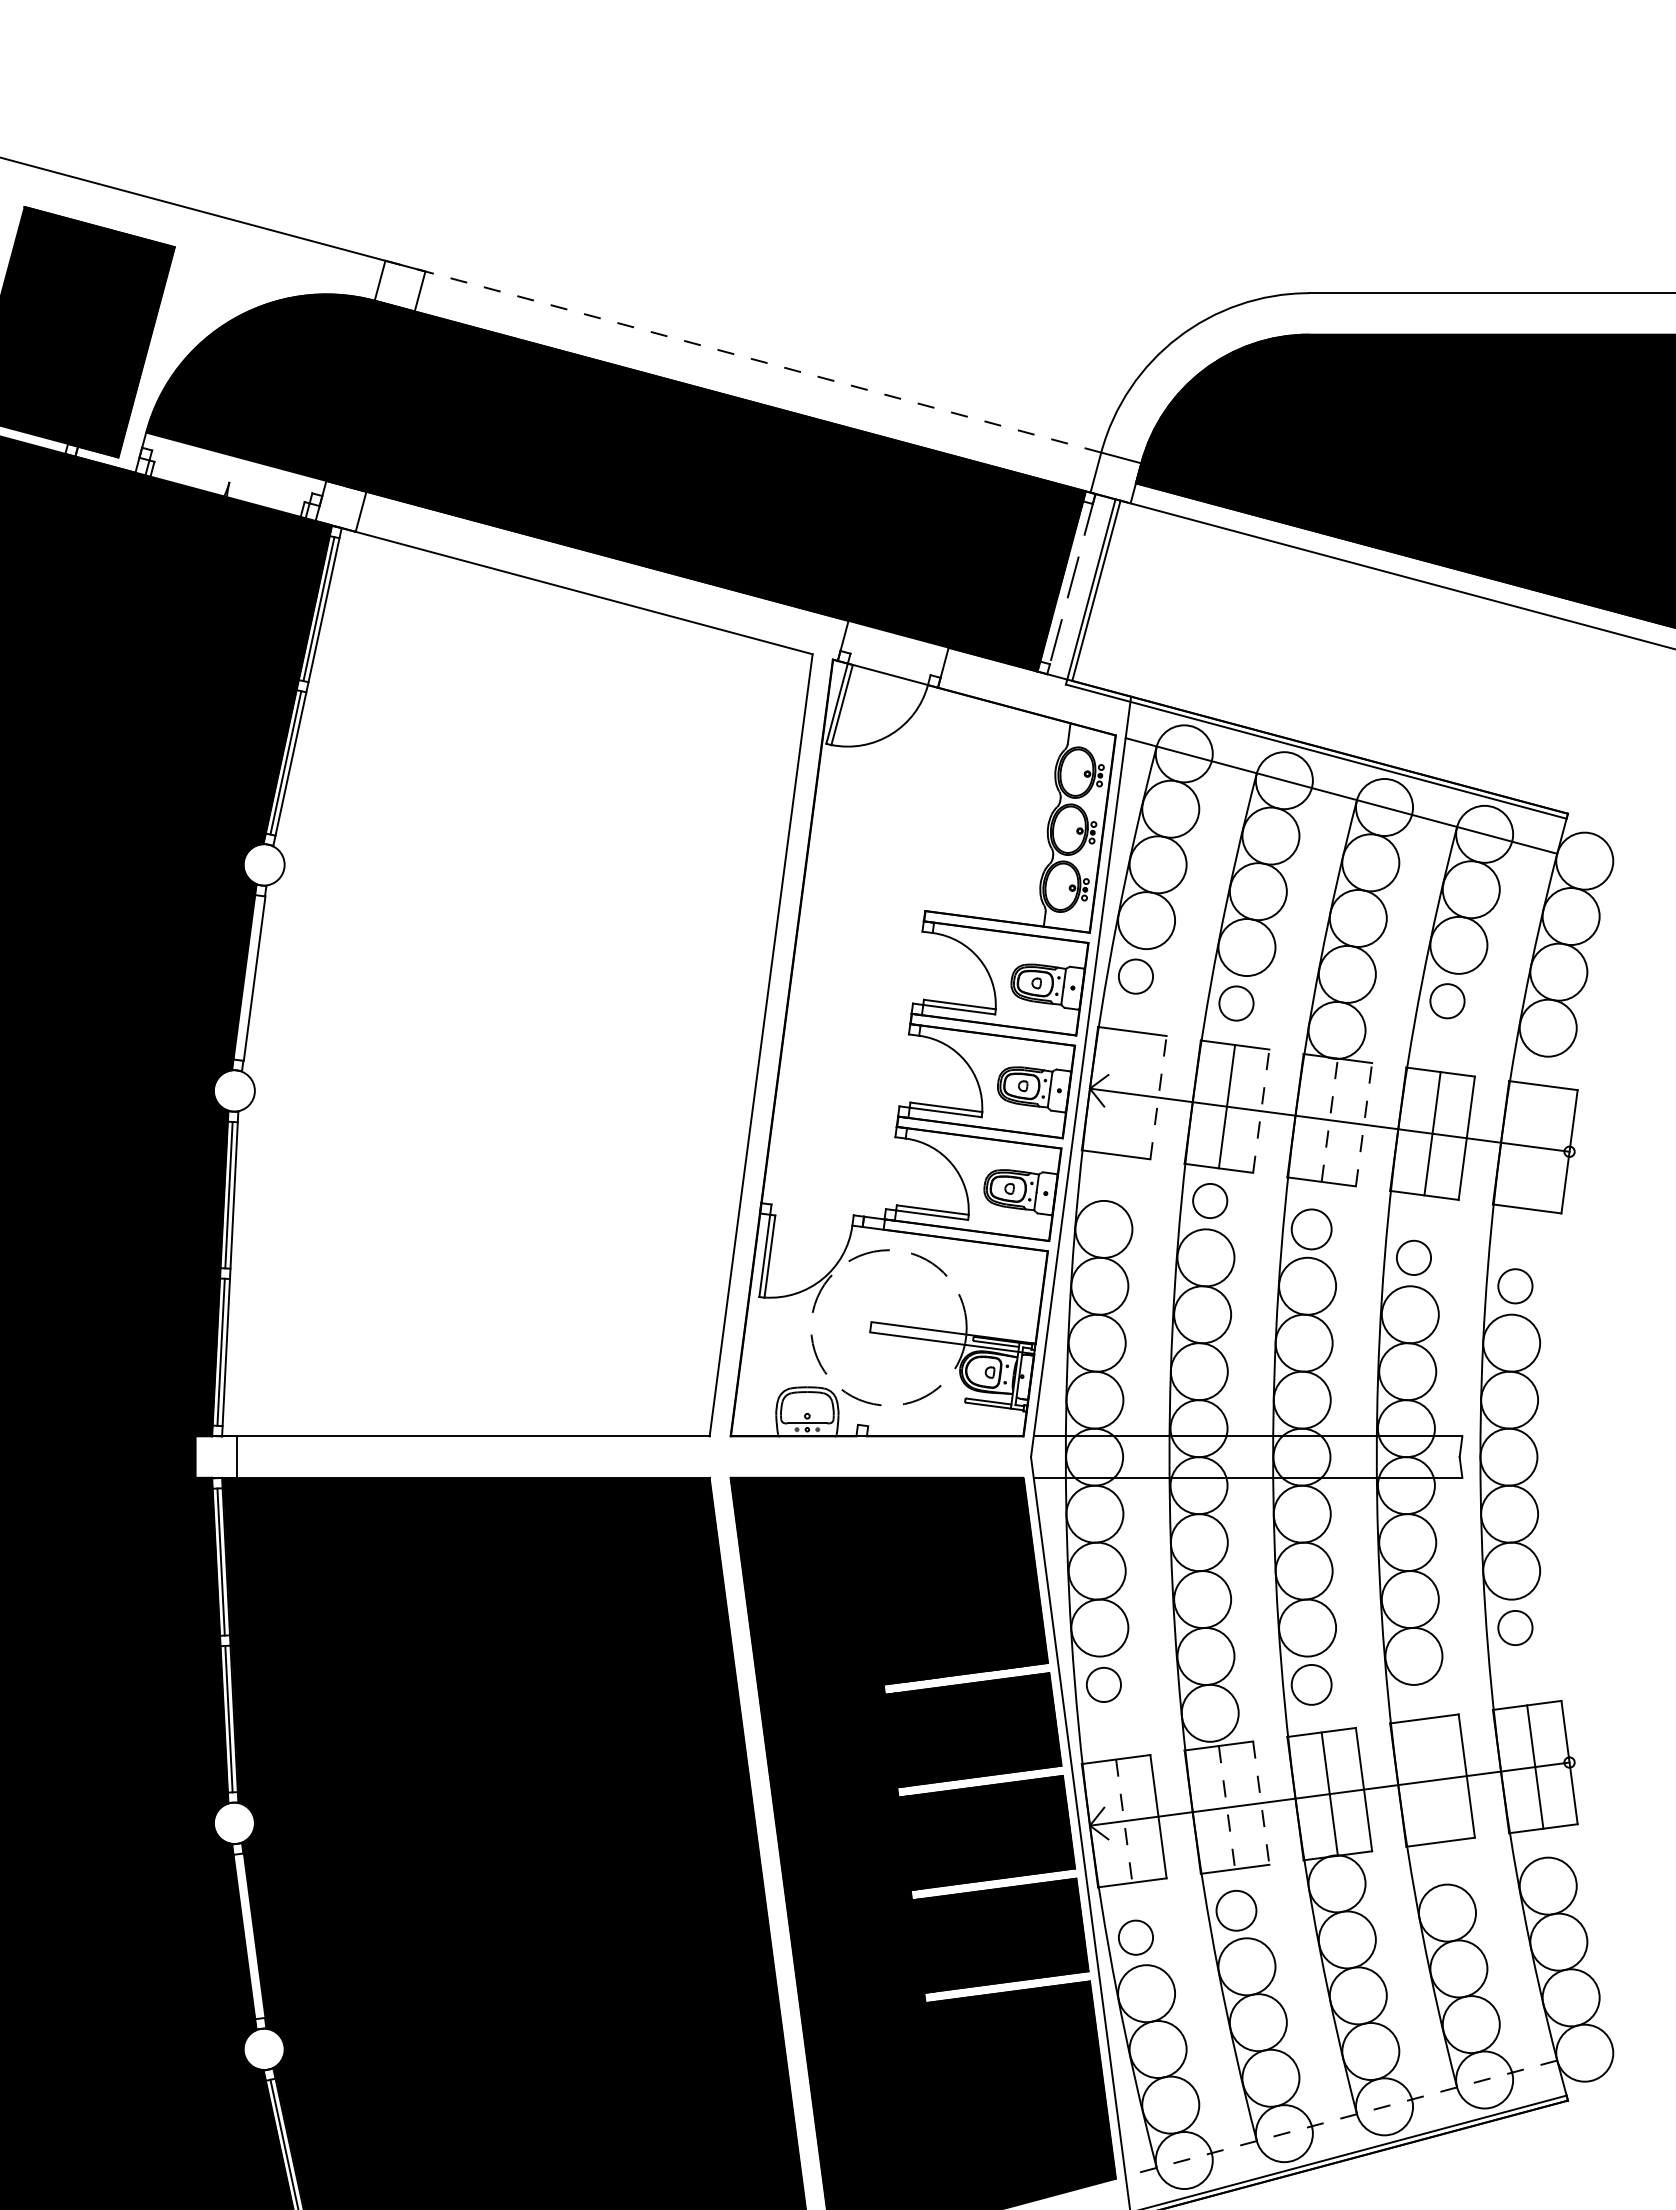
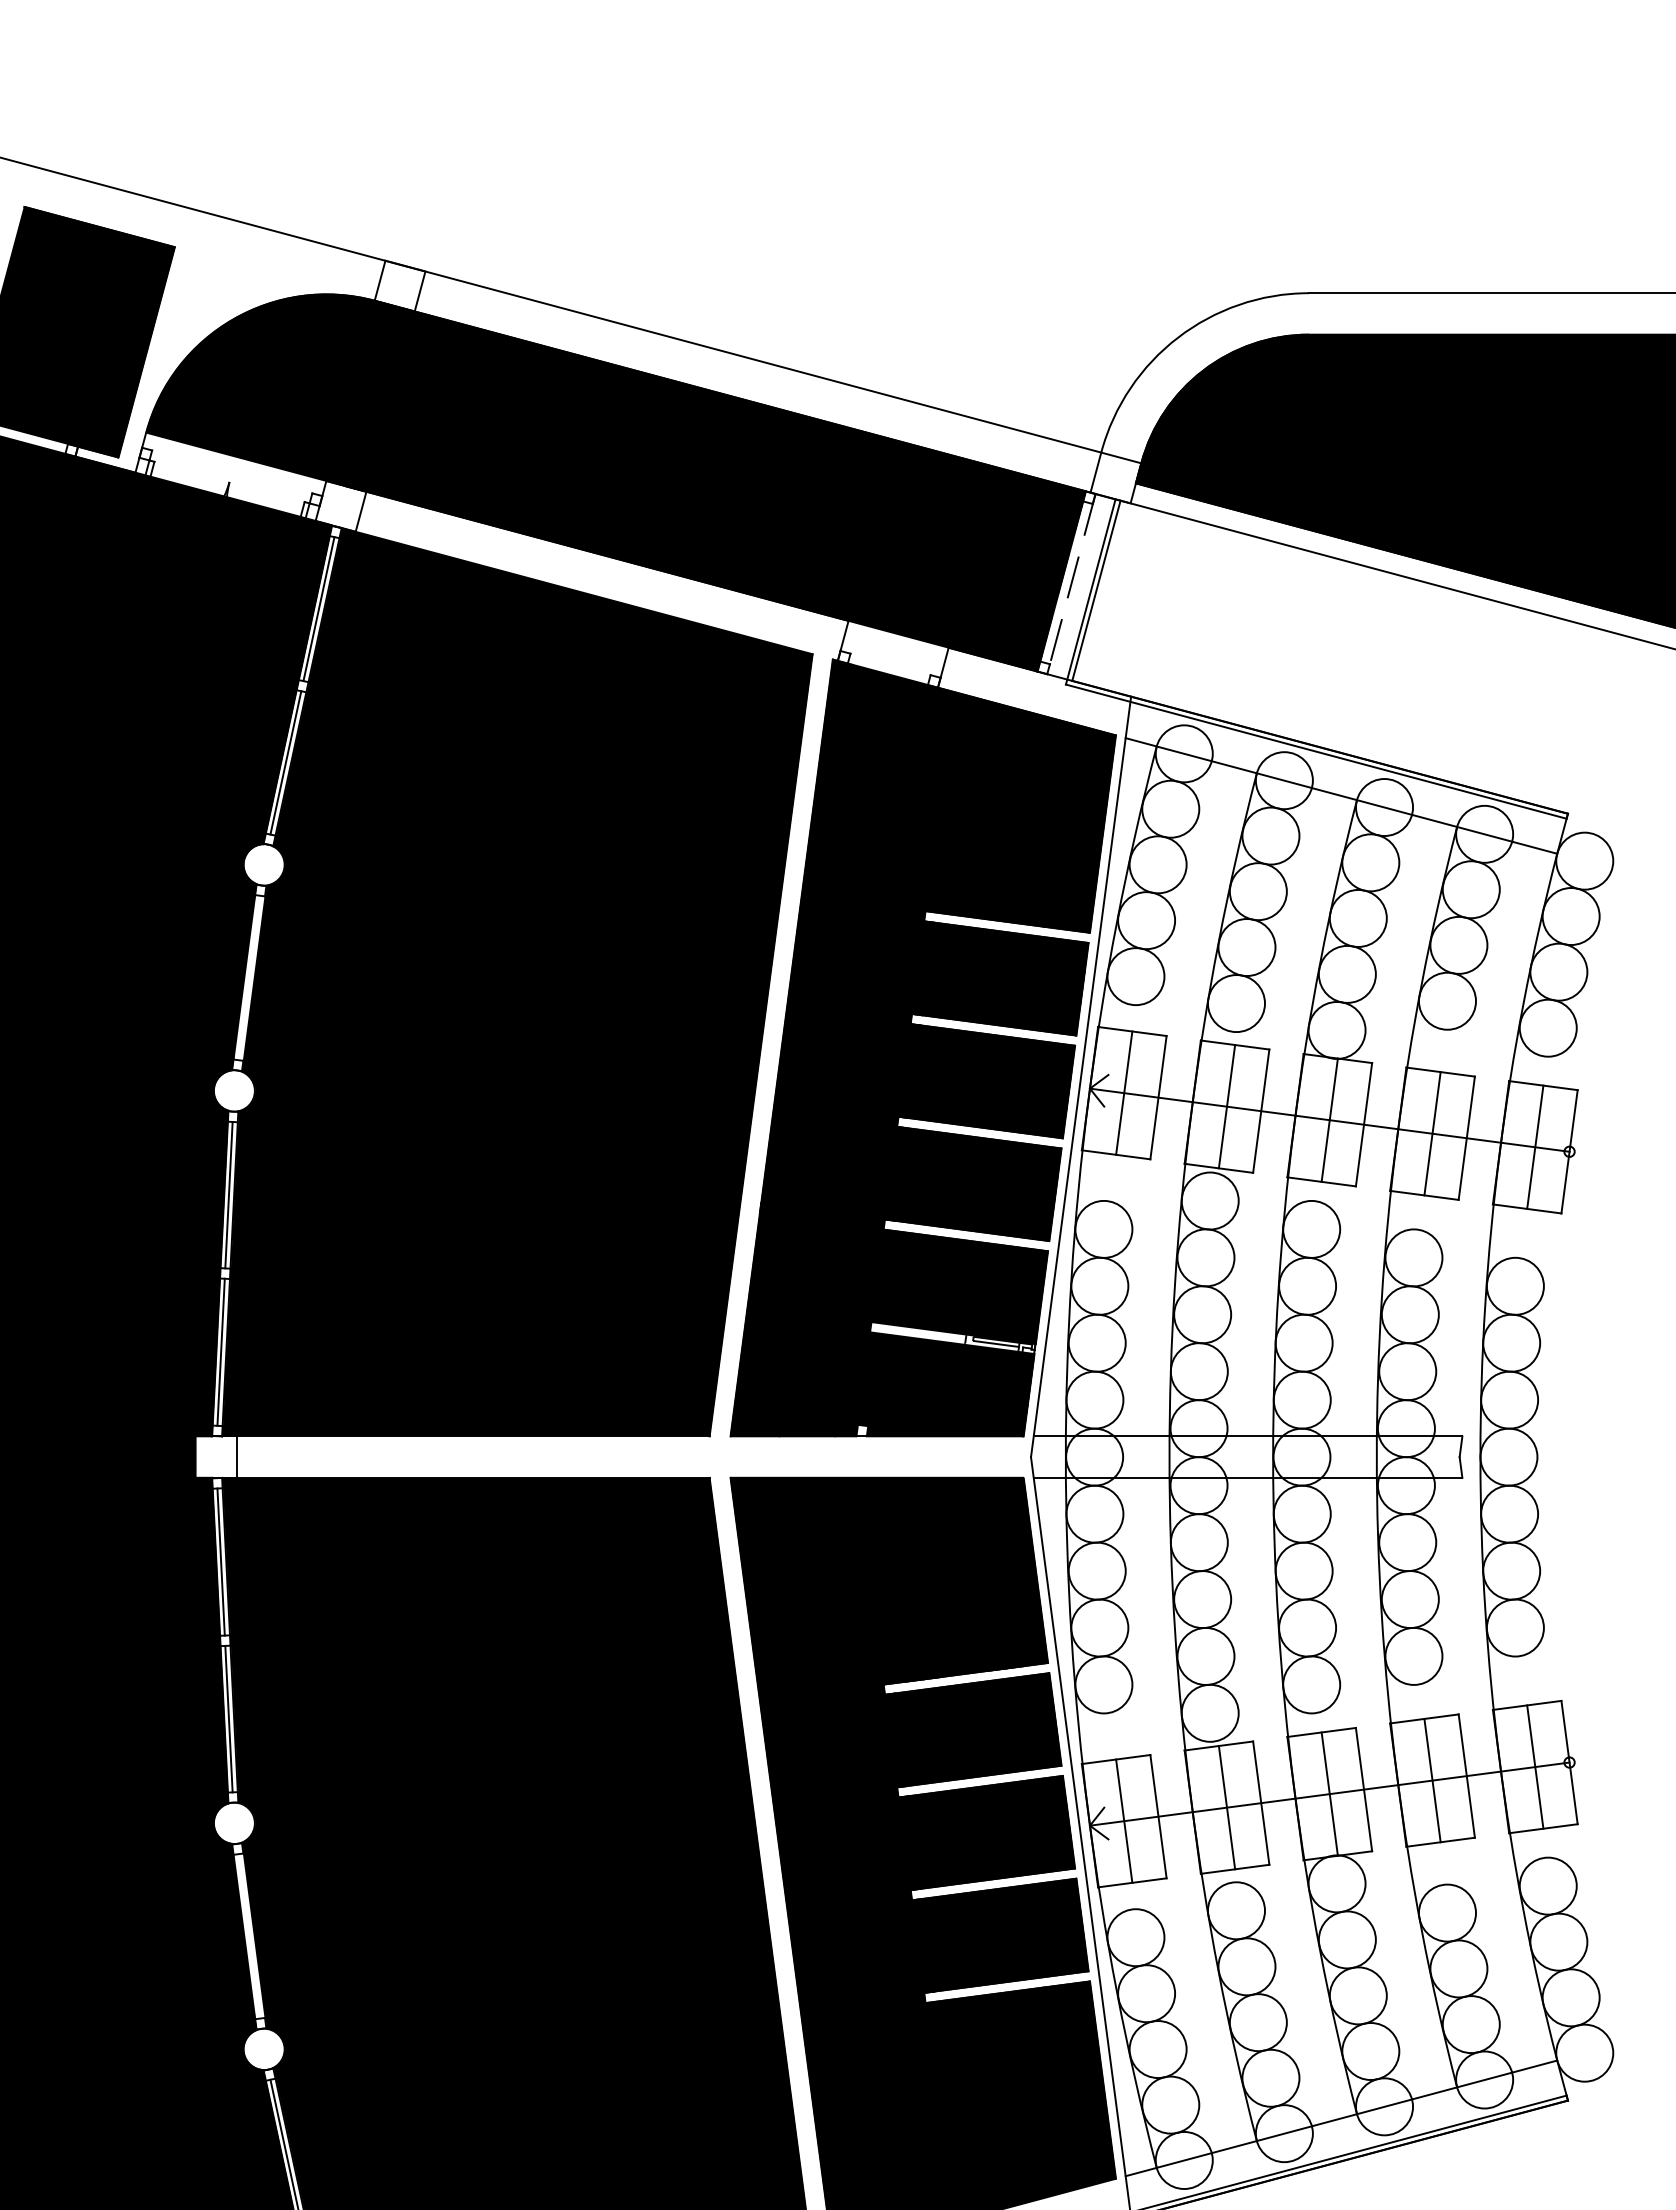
line at (743, 356): dashed -> solid
circle at (1135, 976) diameter: 34 px -> 57 px
fill at (517, 982): none -> present
circle at (1447, 1001) diameter: 34 px -> 57 px
circle at (1236, 1003) diameter: 34 px -> 57 px
fill at (922, 1047): none -> present
line at (1124, 1092): none -> present
line at (1158, 1097): dashed -> solid
line at (1261, 1110): dashed -> solid
line at (1329, 1119): dashed -> solid
line at (1364, 1124): dashed -> solid
line at (1535, 1146): none -> present
circle at (1210, 1200) diameter: 34 px -> 57 px
circle at (1311, 1229) diameter: 40 px -> 57 px
circle at (1413, 1257) diameter: 34 px -> 57 px
circle at (1515, 1286) diameter: 34 px -> 57 px
circle at (1515, 1627) diameter: 34 px -> 57 px
circle at (1103, 1684) diameter: 34 px -> 57 px
circle at (1311, 1684) diameter: 40 px -> 57 px
line at (1432, 1780): none -> present
line at (1261, 1803): dashed -> solid
line at (1227, 1808): dashed -> solid
line at (1124, 1821): dashed -> solid
circle at (1236, 1910) diameter: 40 px -> 57 px
circle at (1135, 1937) diameter: 34 px -> 57 px
line at (1340, 2118): dashed -> solid
